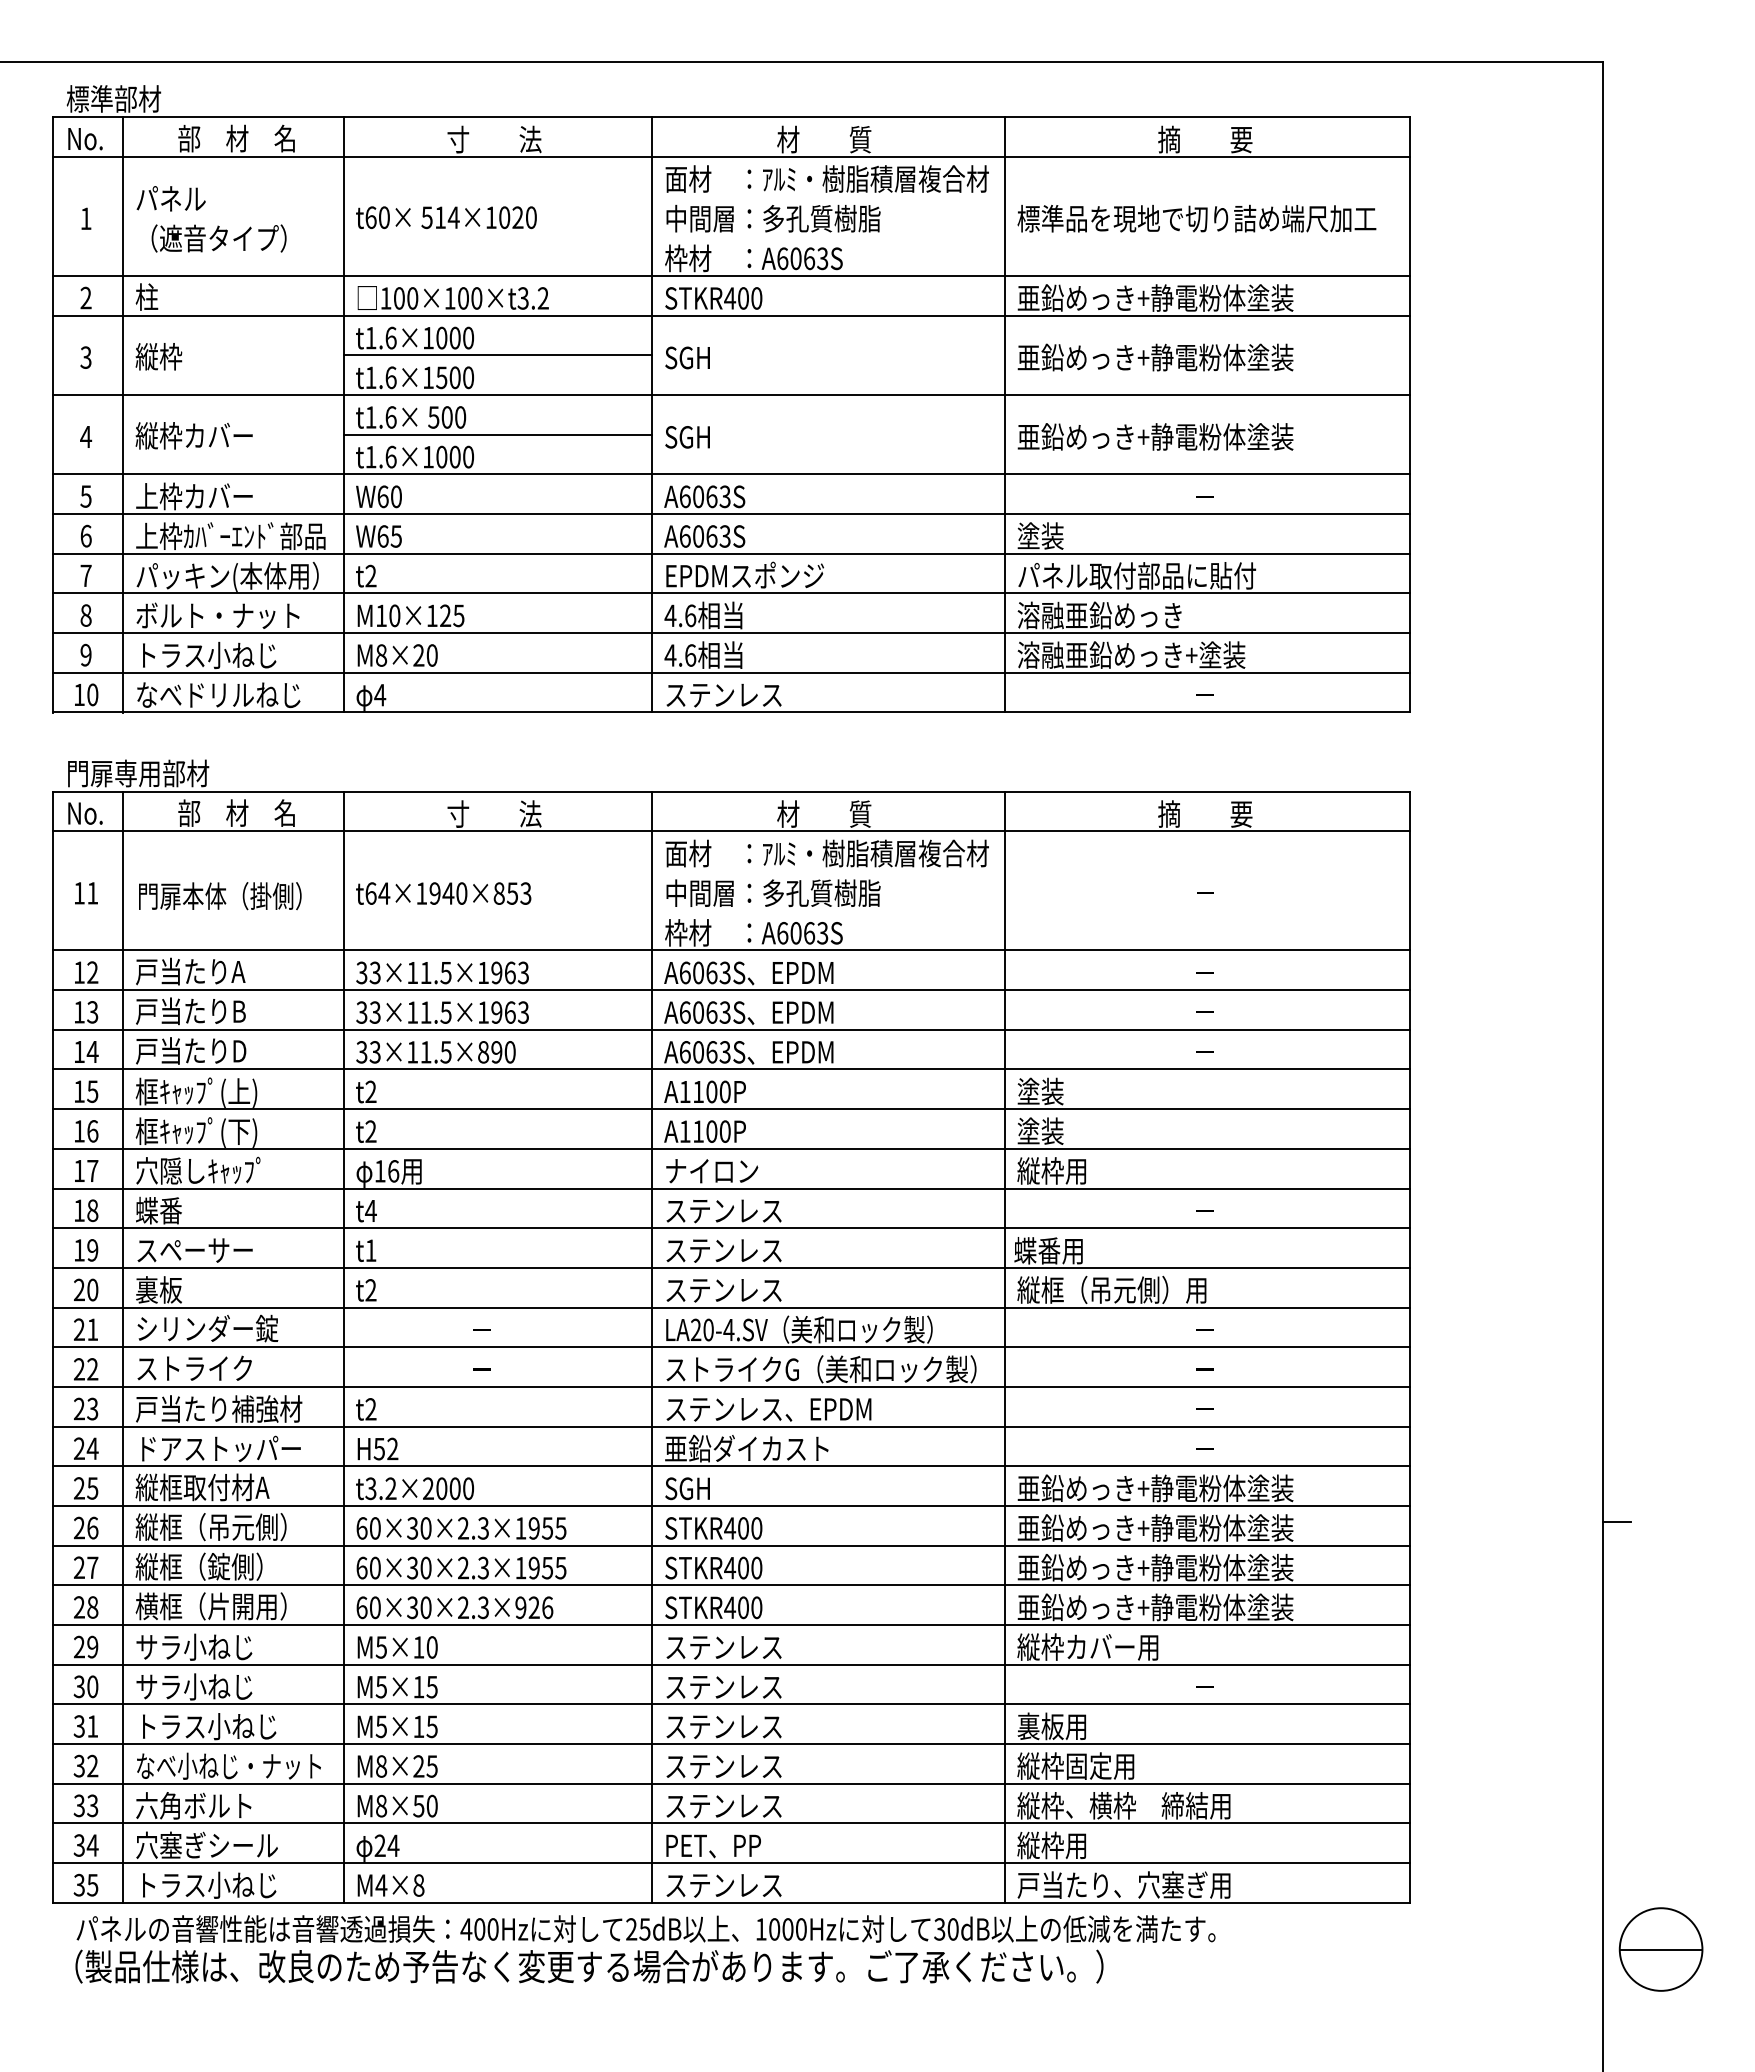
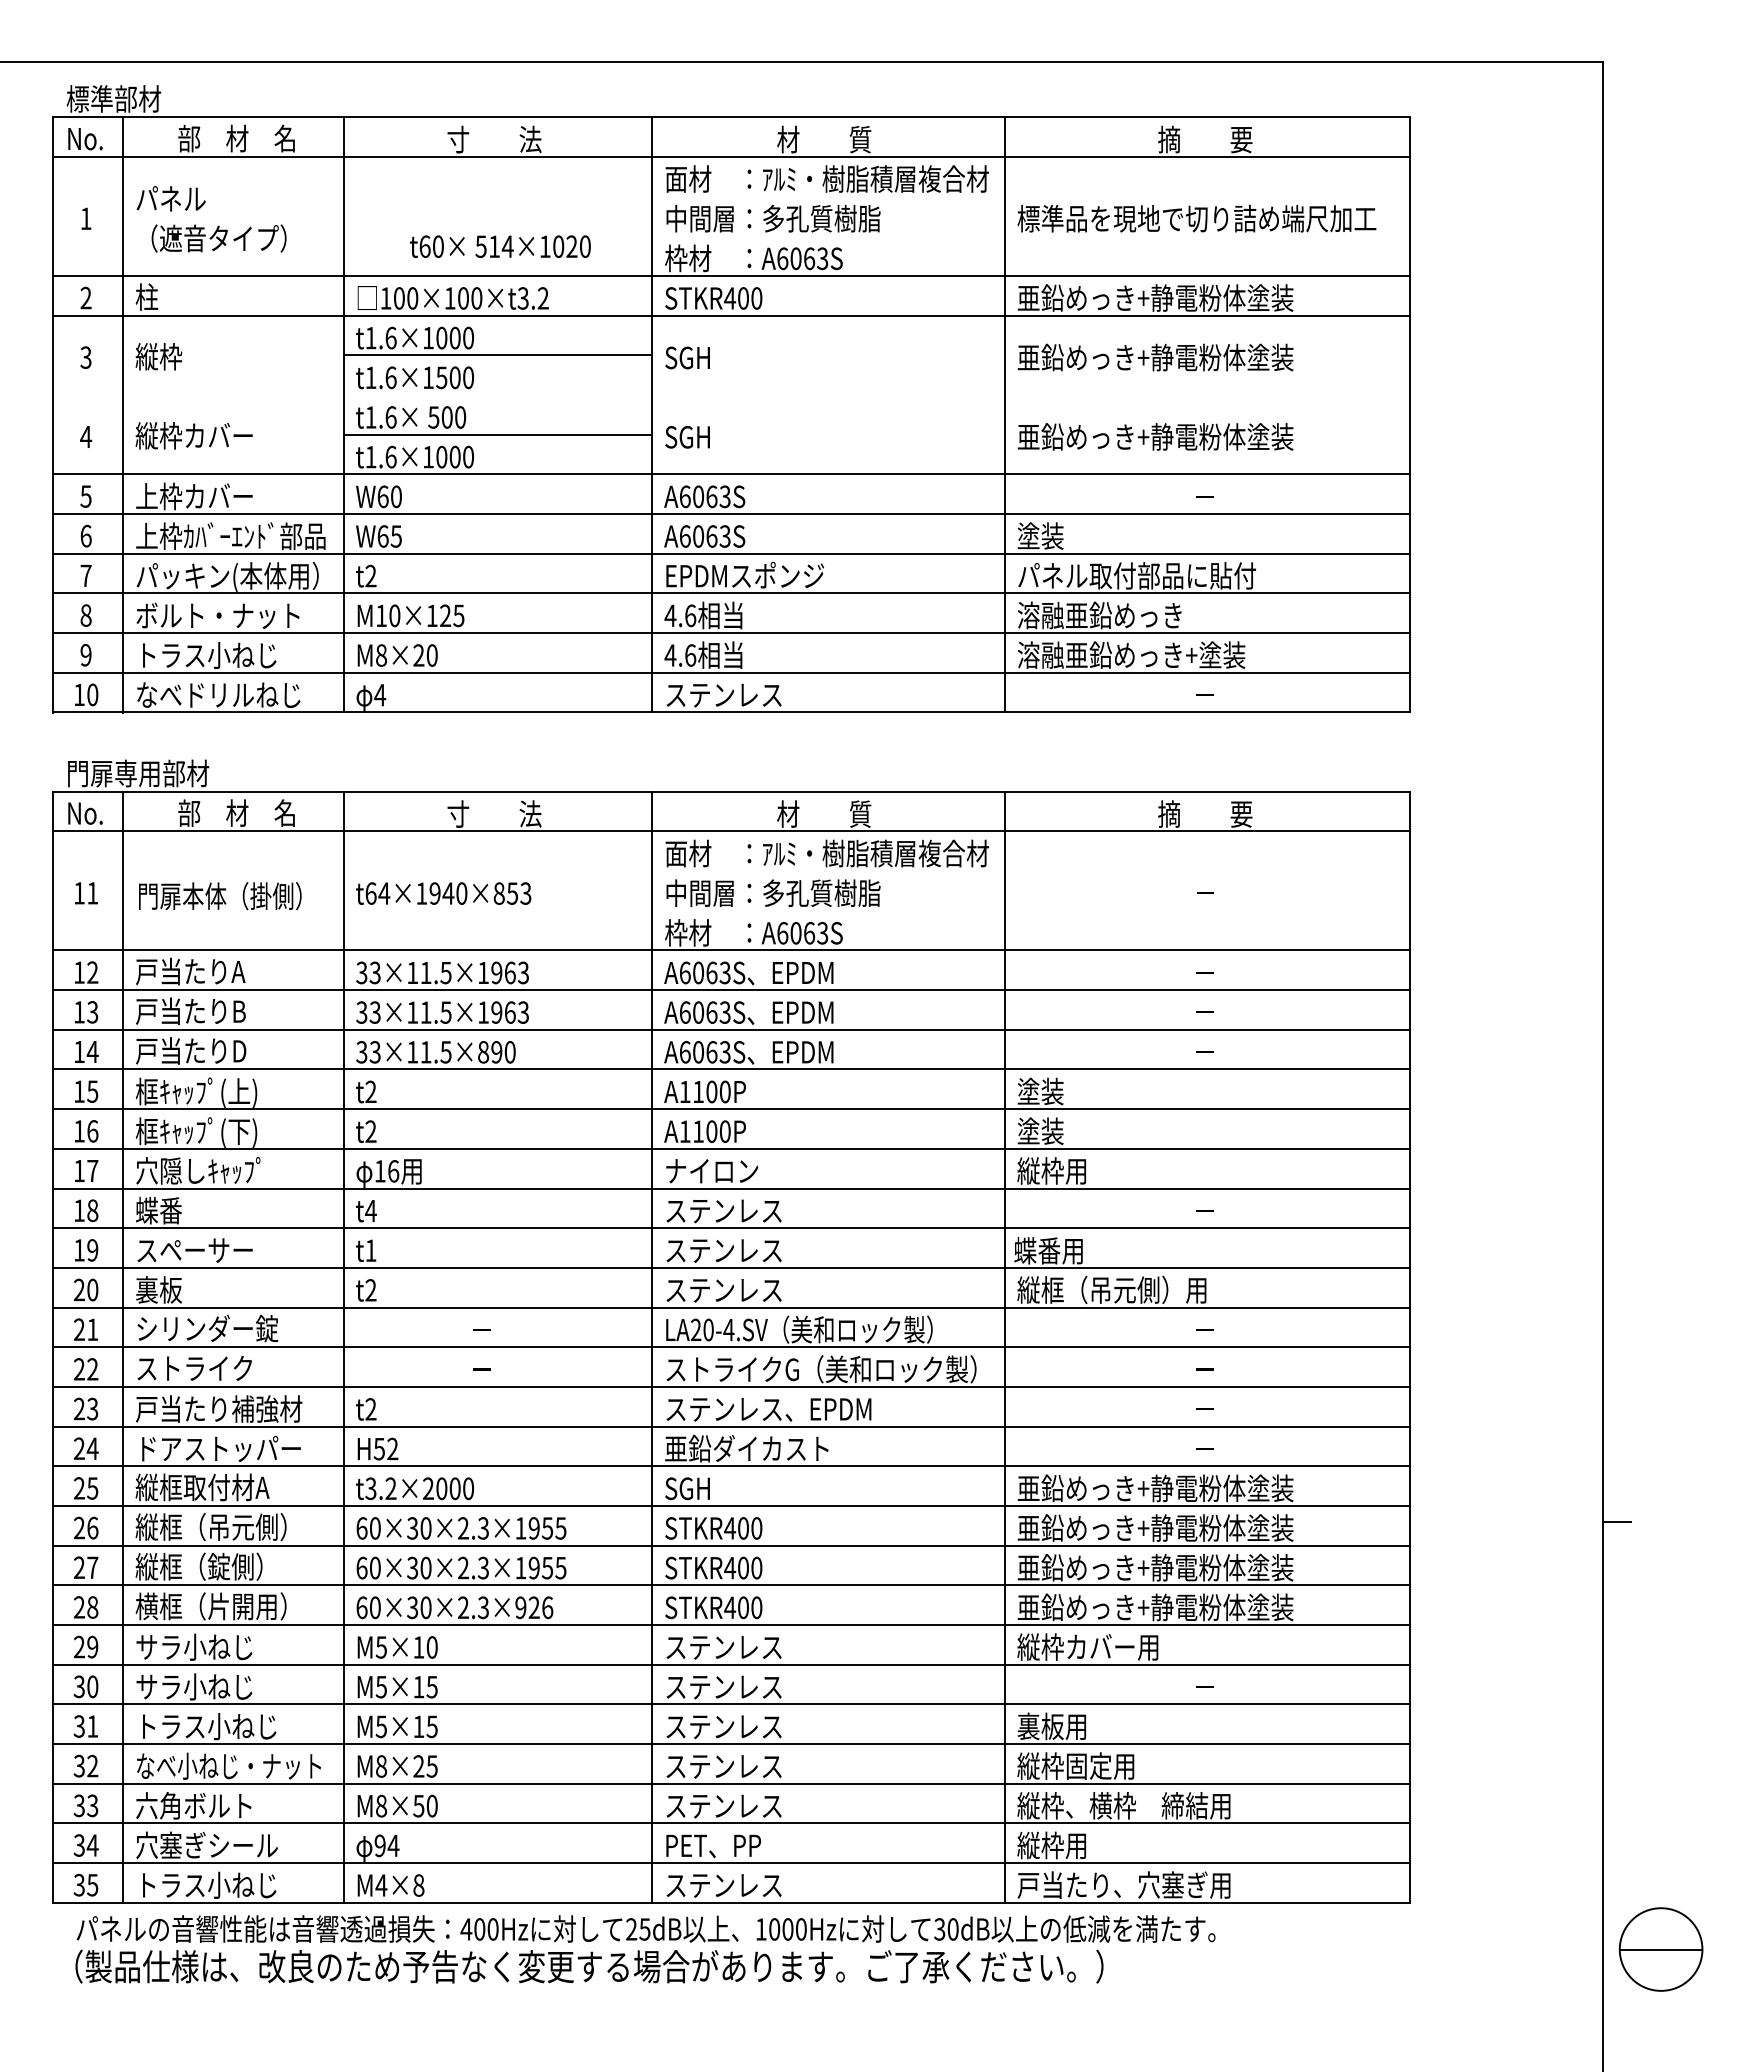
text at (446, 217) position: (446, 217) -> (500, 246)
line at (731, 394): present -> none
text at (379, 1846): 24 -> 94
